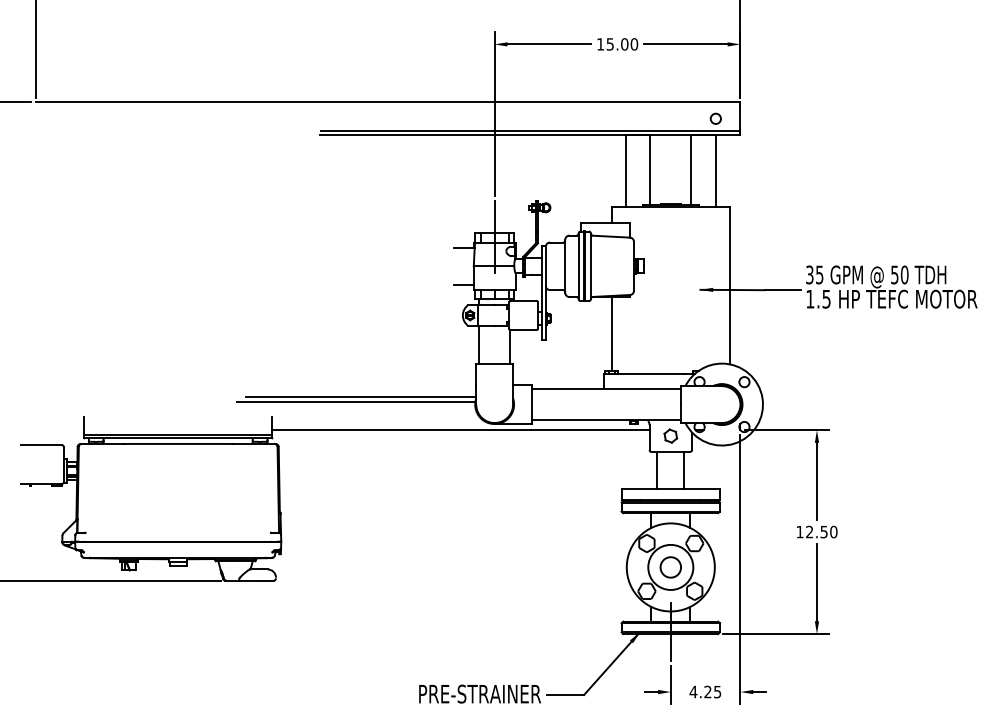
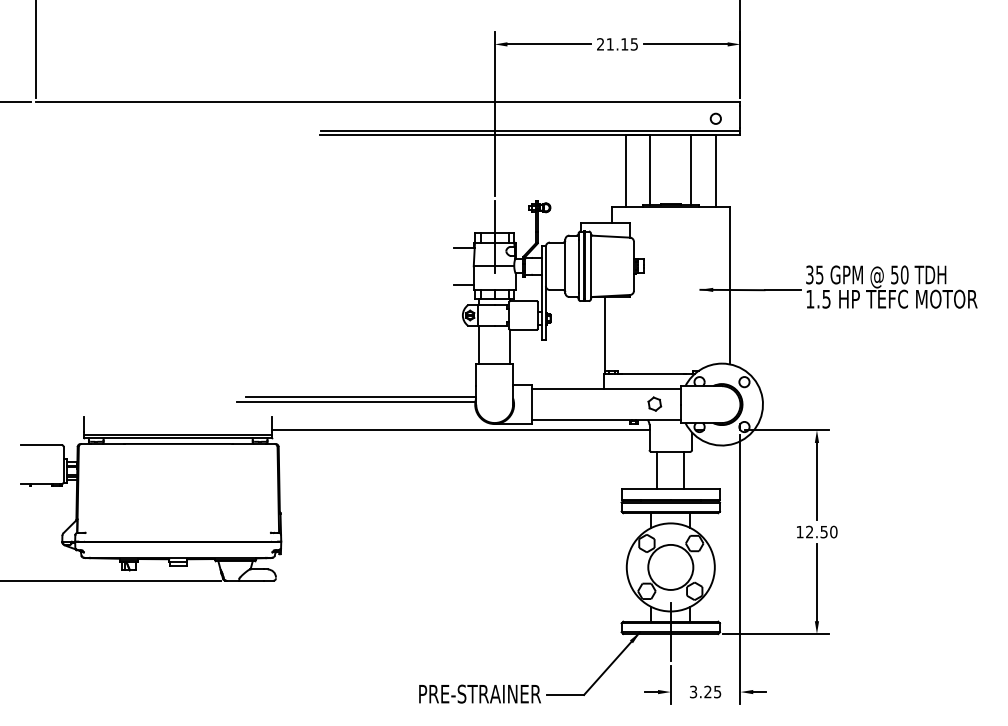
text at (617, 44): 15.00 -> 21.15
line at (611, 333) position: (611, 333) -> (604, 333)
part at (670, 435) position: (670, 435) -> (654, 403)
circle at (670, 567): present -> none
text at (693, 691): 4.25 -> 3.25
